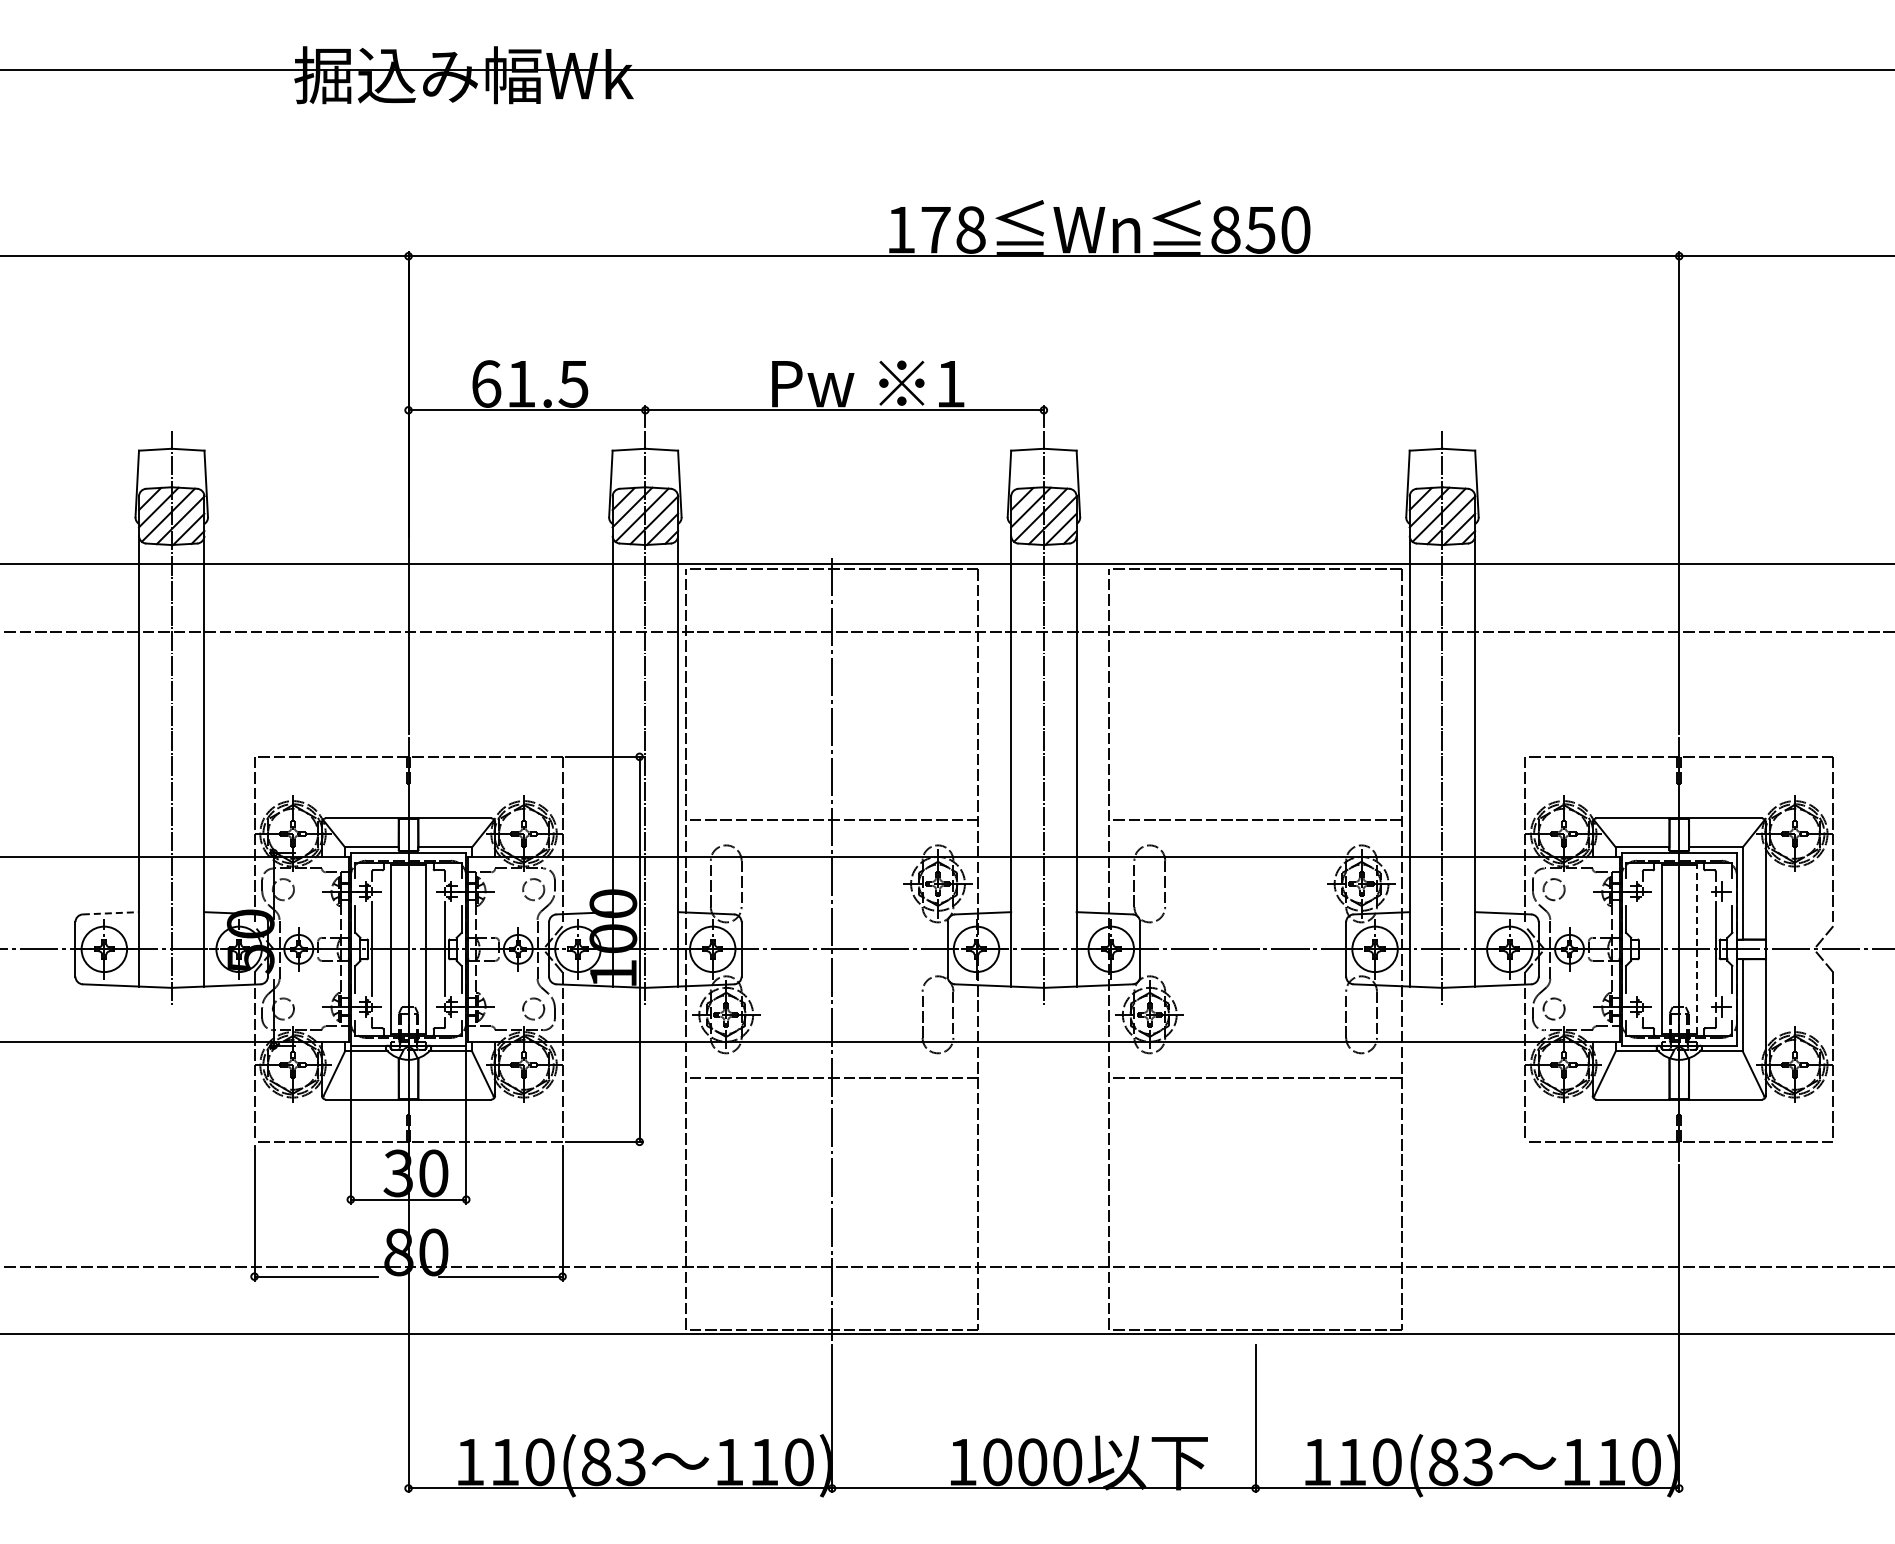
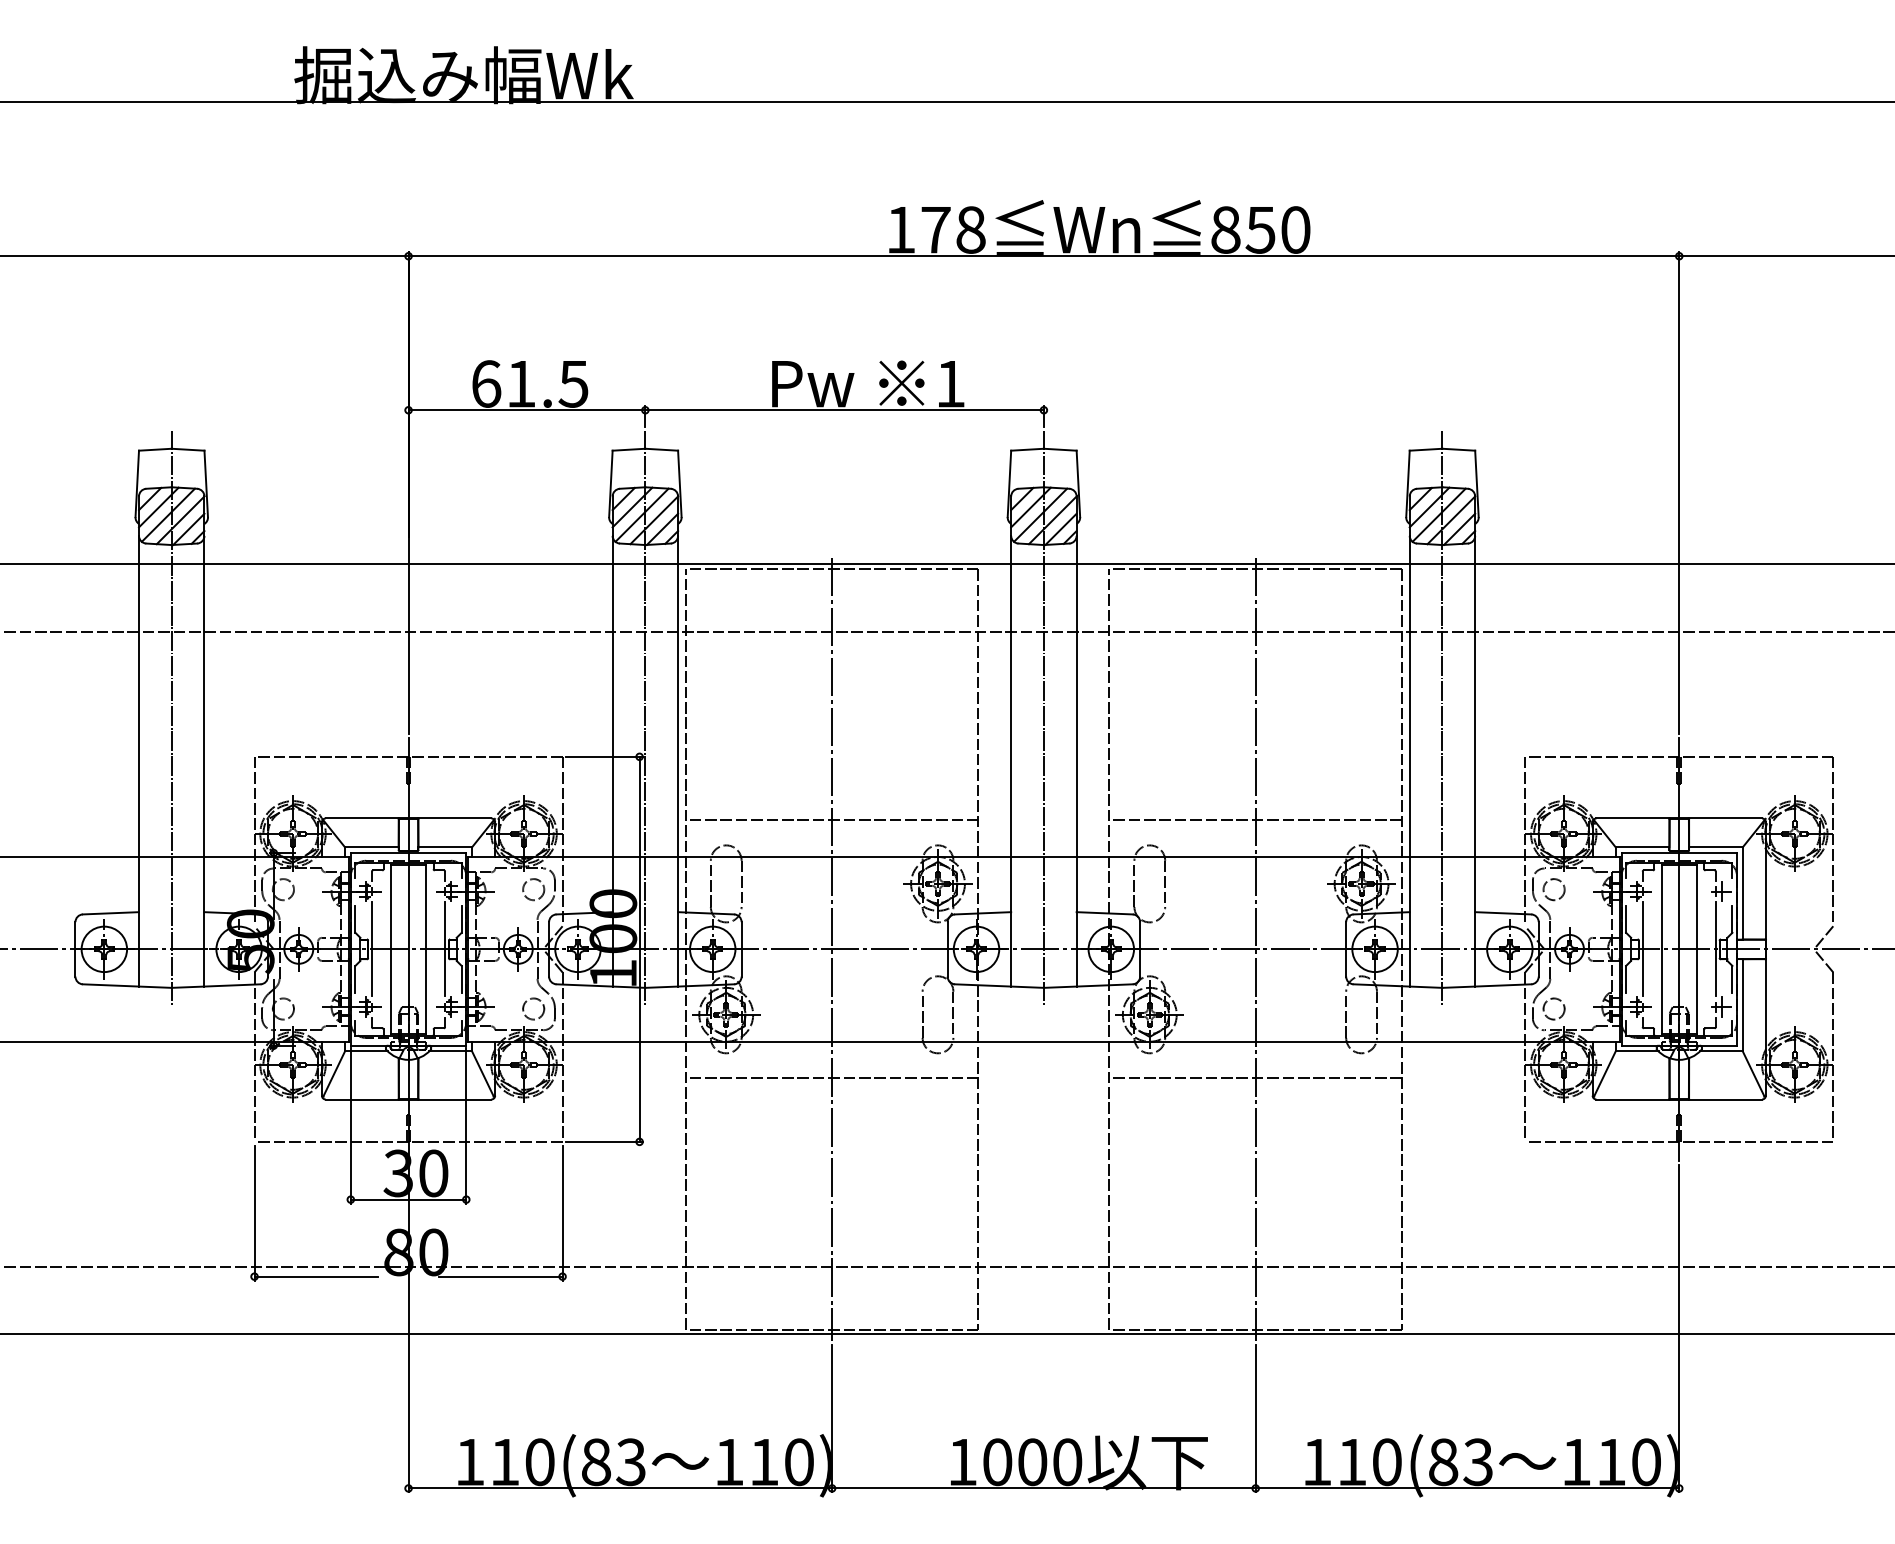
line at (946, 70) position: (946, 70) -> (946, 102)
line at (111, 913): dashed -> solid
line at (1255, 949): none -> present
line at (1642, 949): none -> present
line at (1696, 949): dashed -> solid
